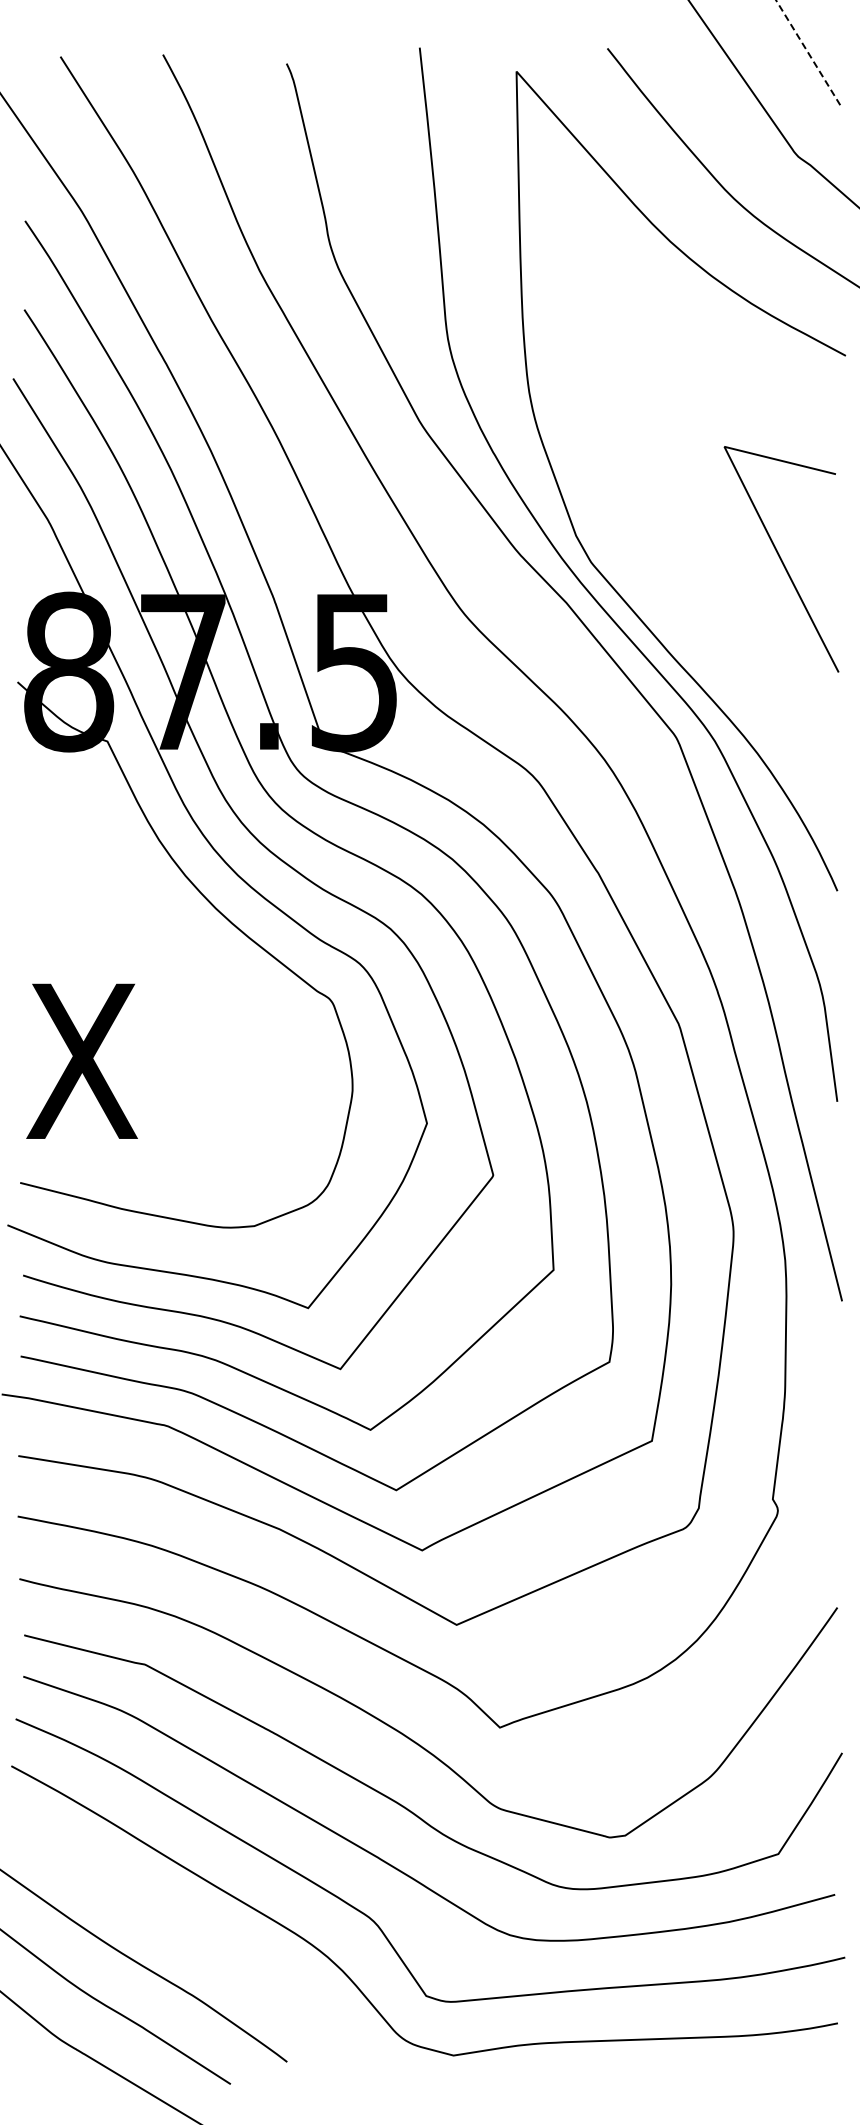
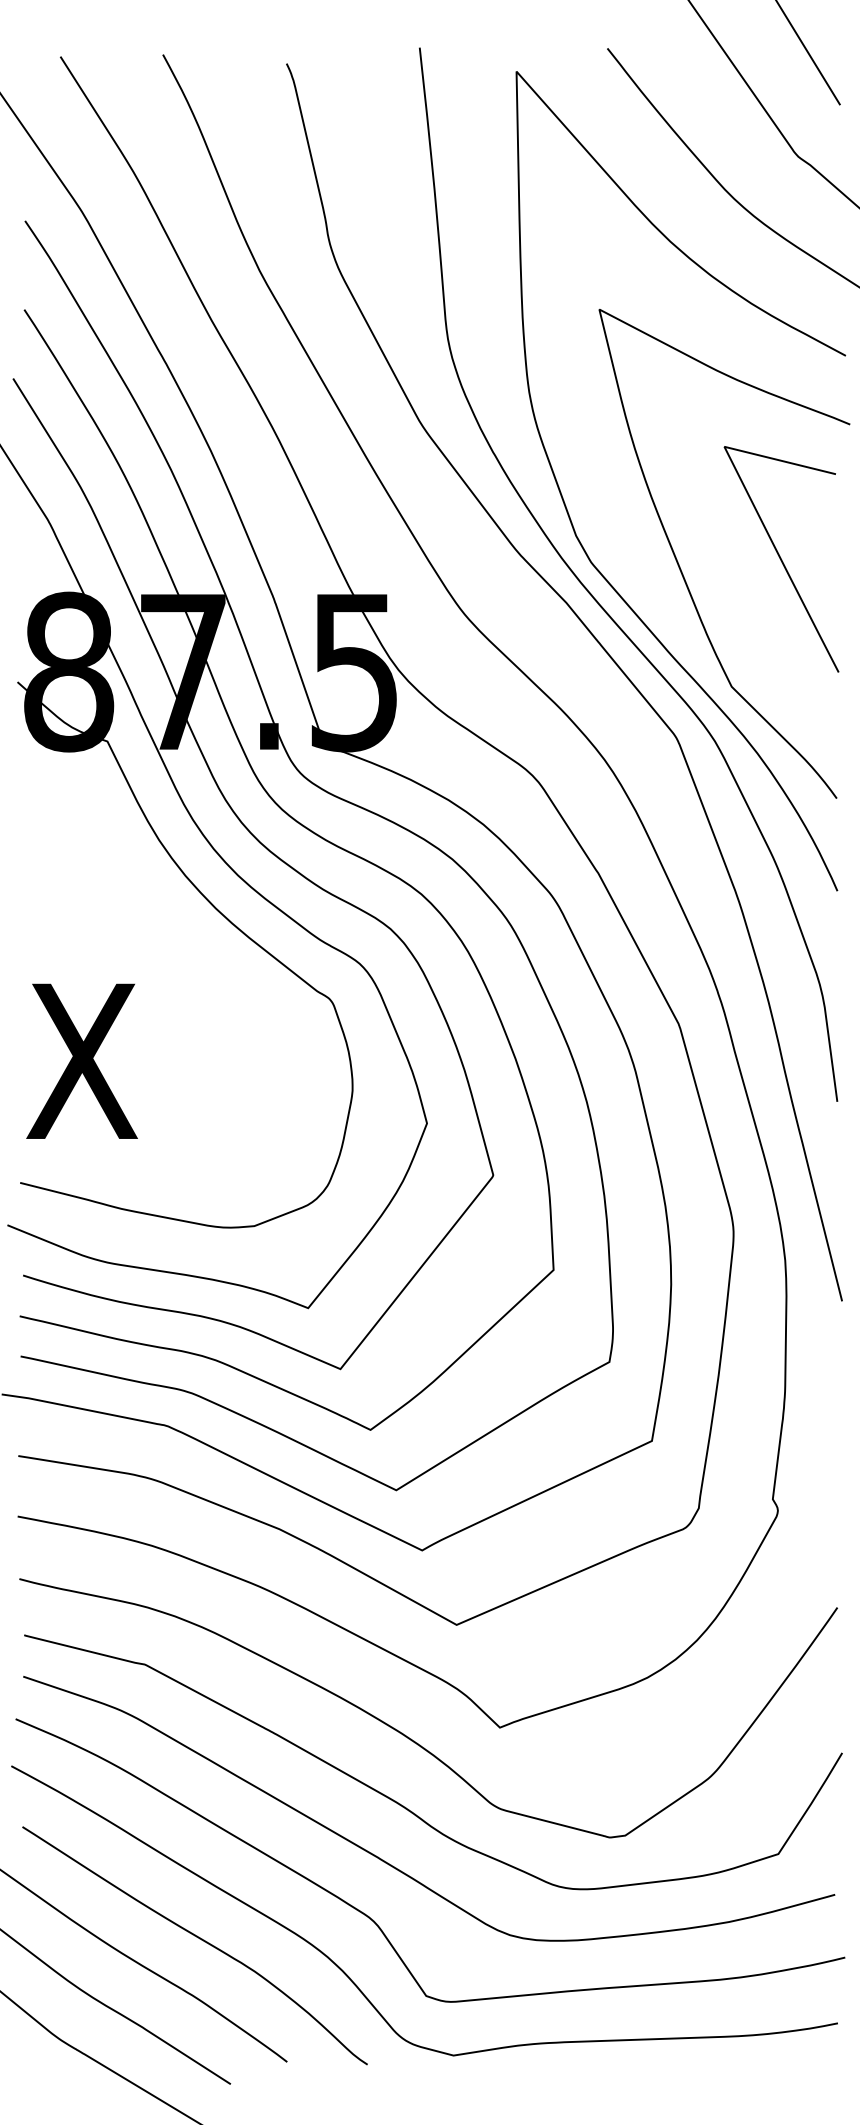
line at (807, 52): dashed -> solid
curve at (682, 571): none -> present
curve at (199, 1939): none -> present
